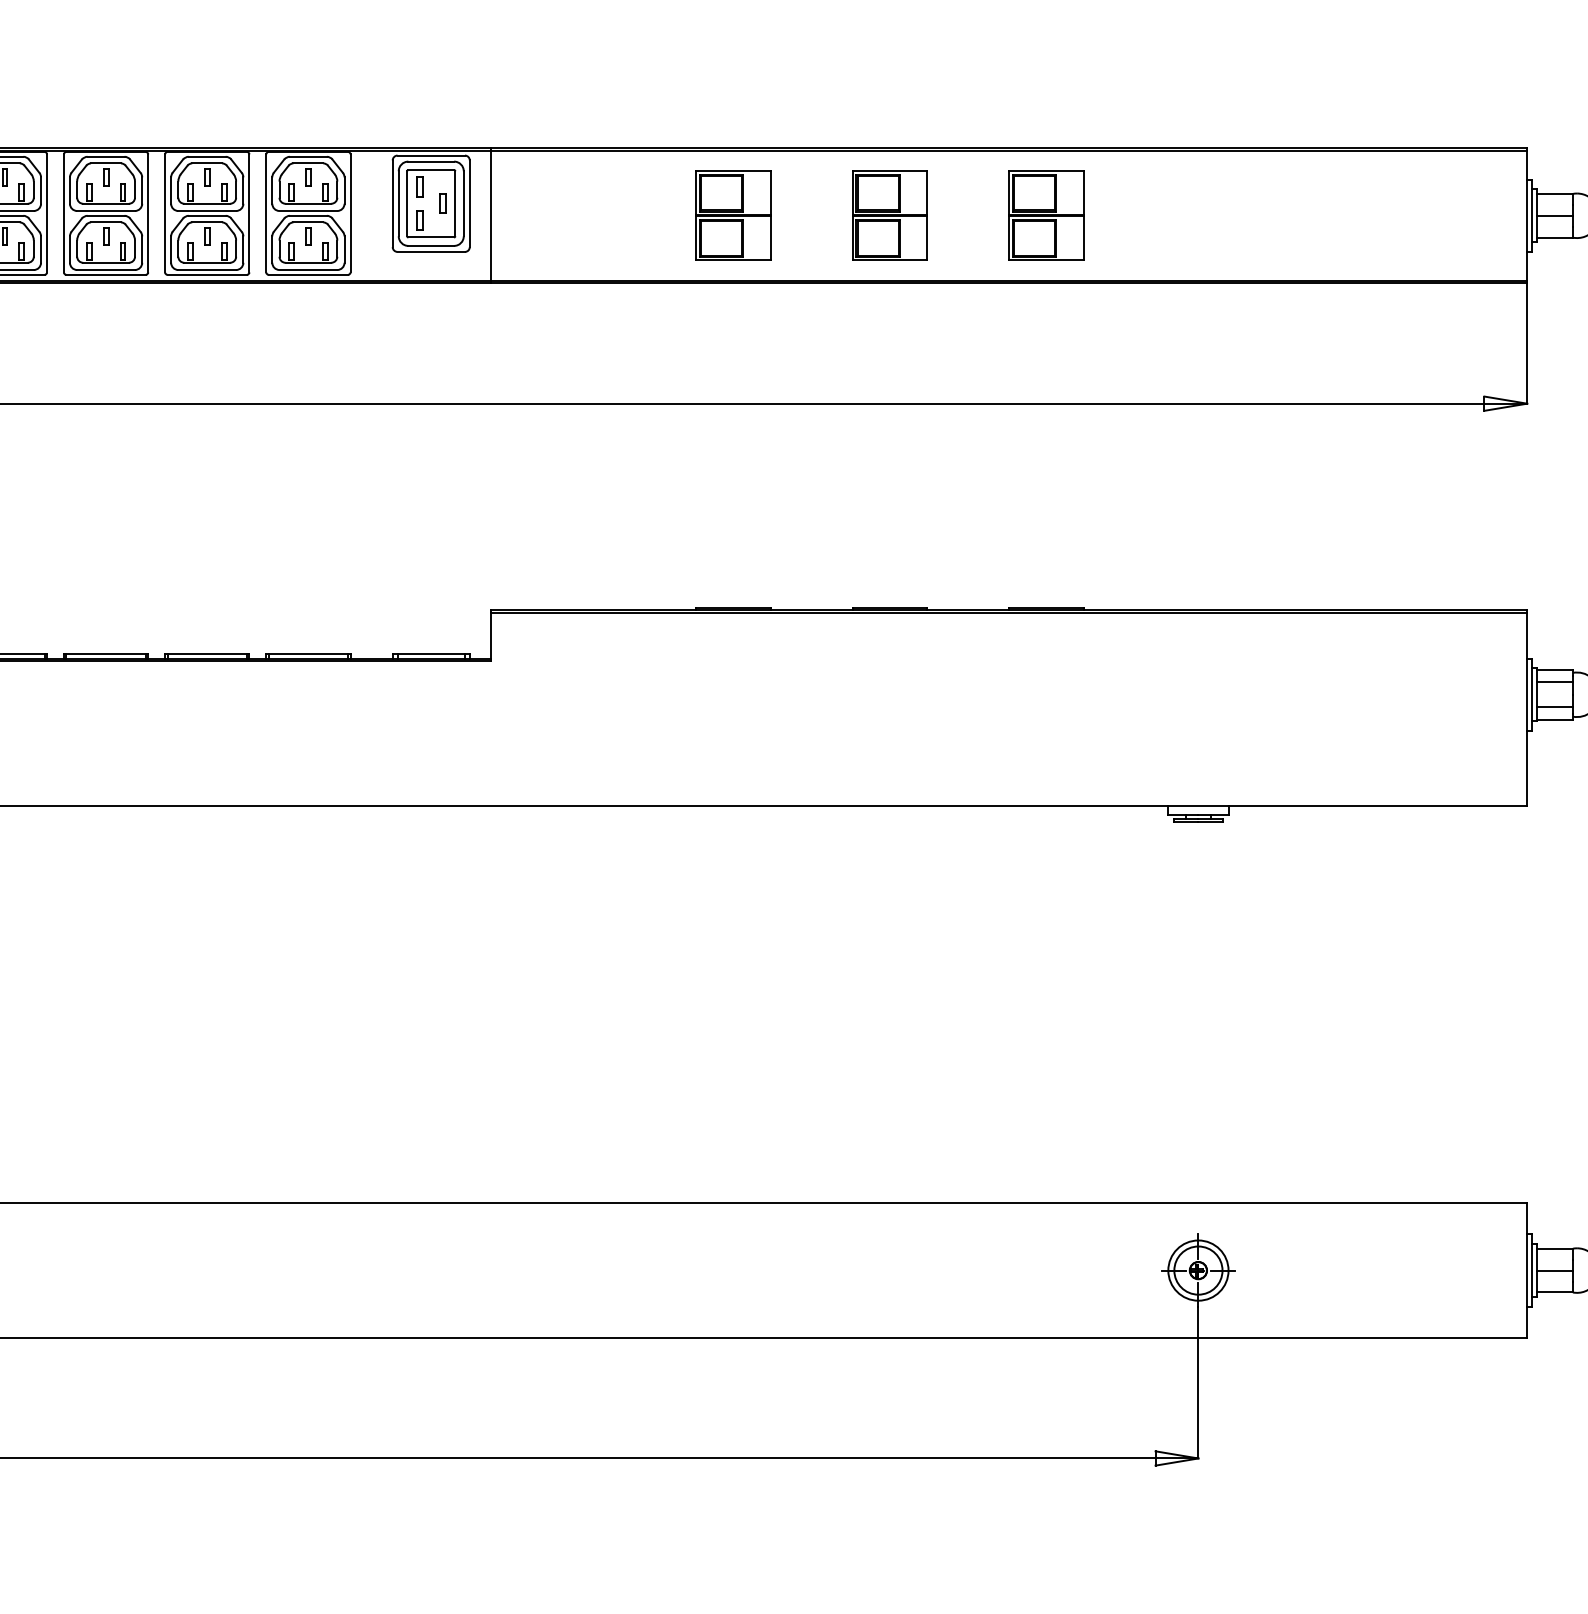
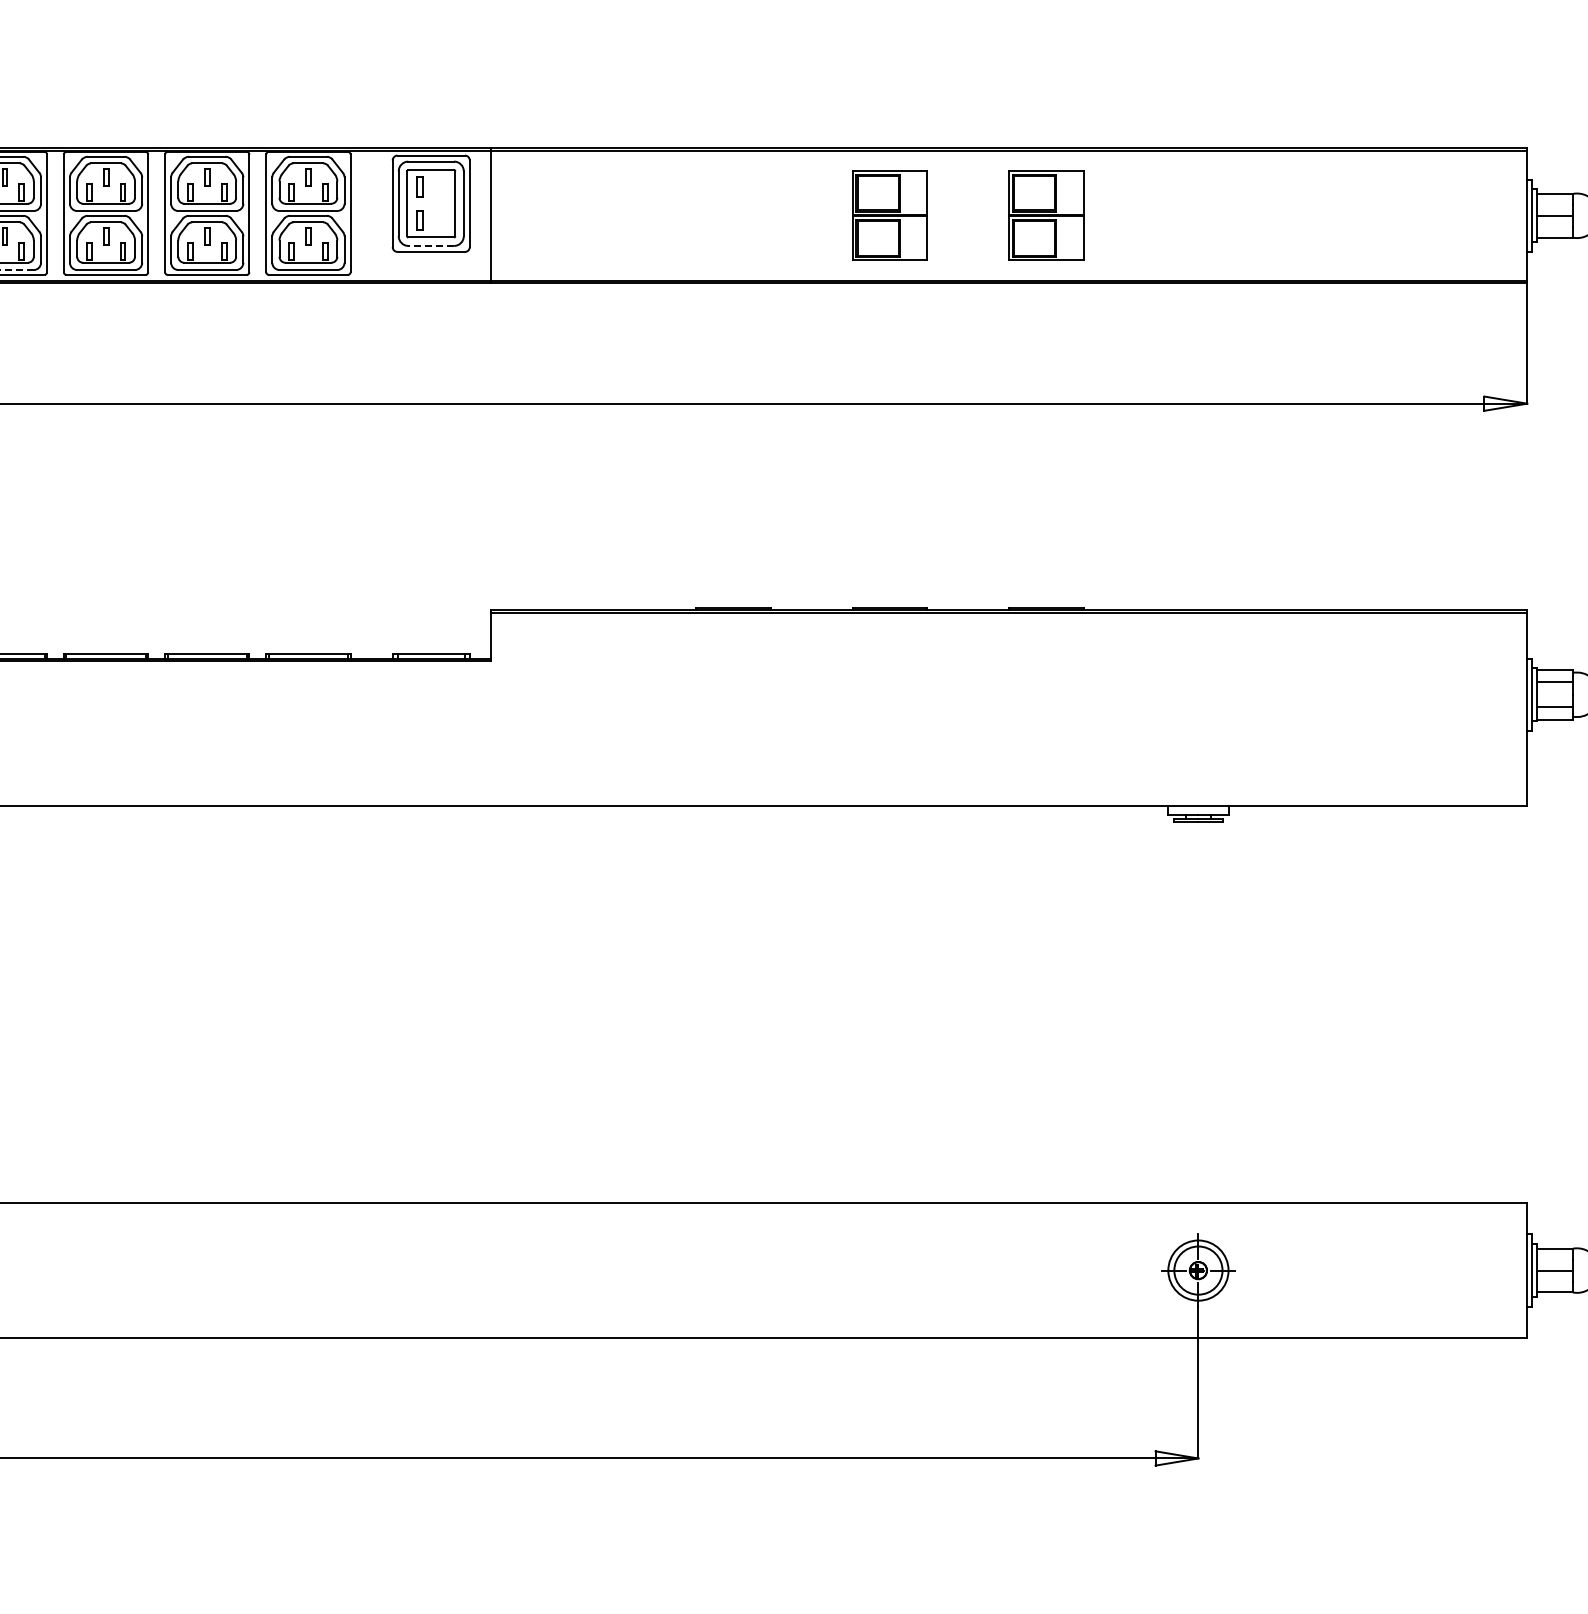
part at (442, 203): present -> none
part at (733, 215): present -> none
line at (431, 245): solid -> dashed
line at (16, 270): solid -> dashed
